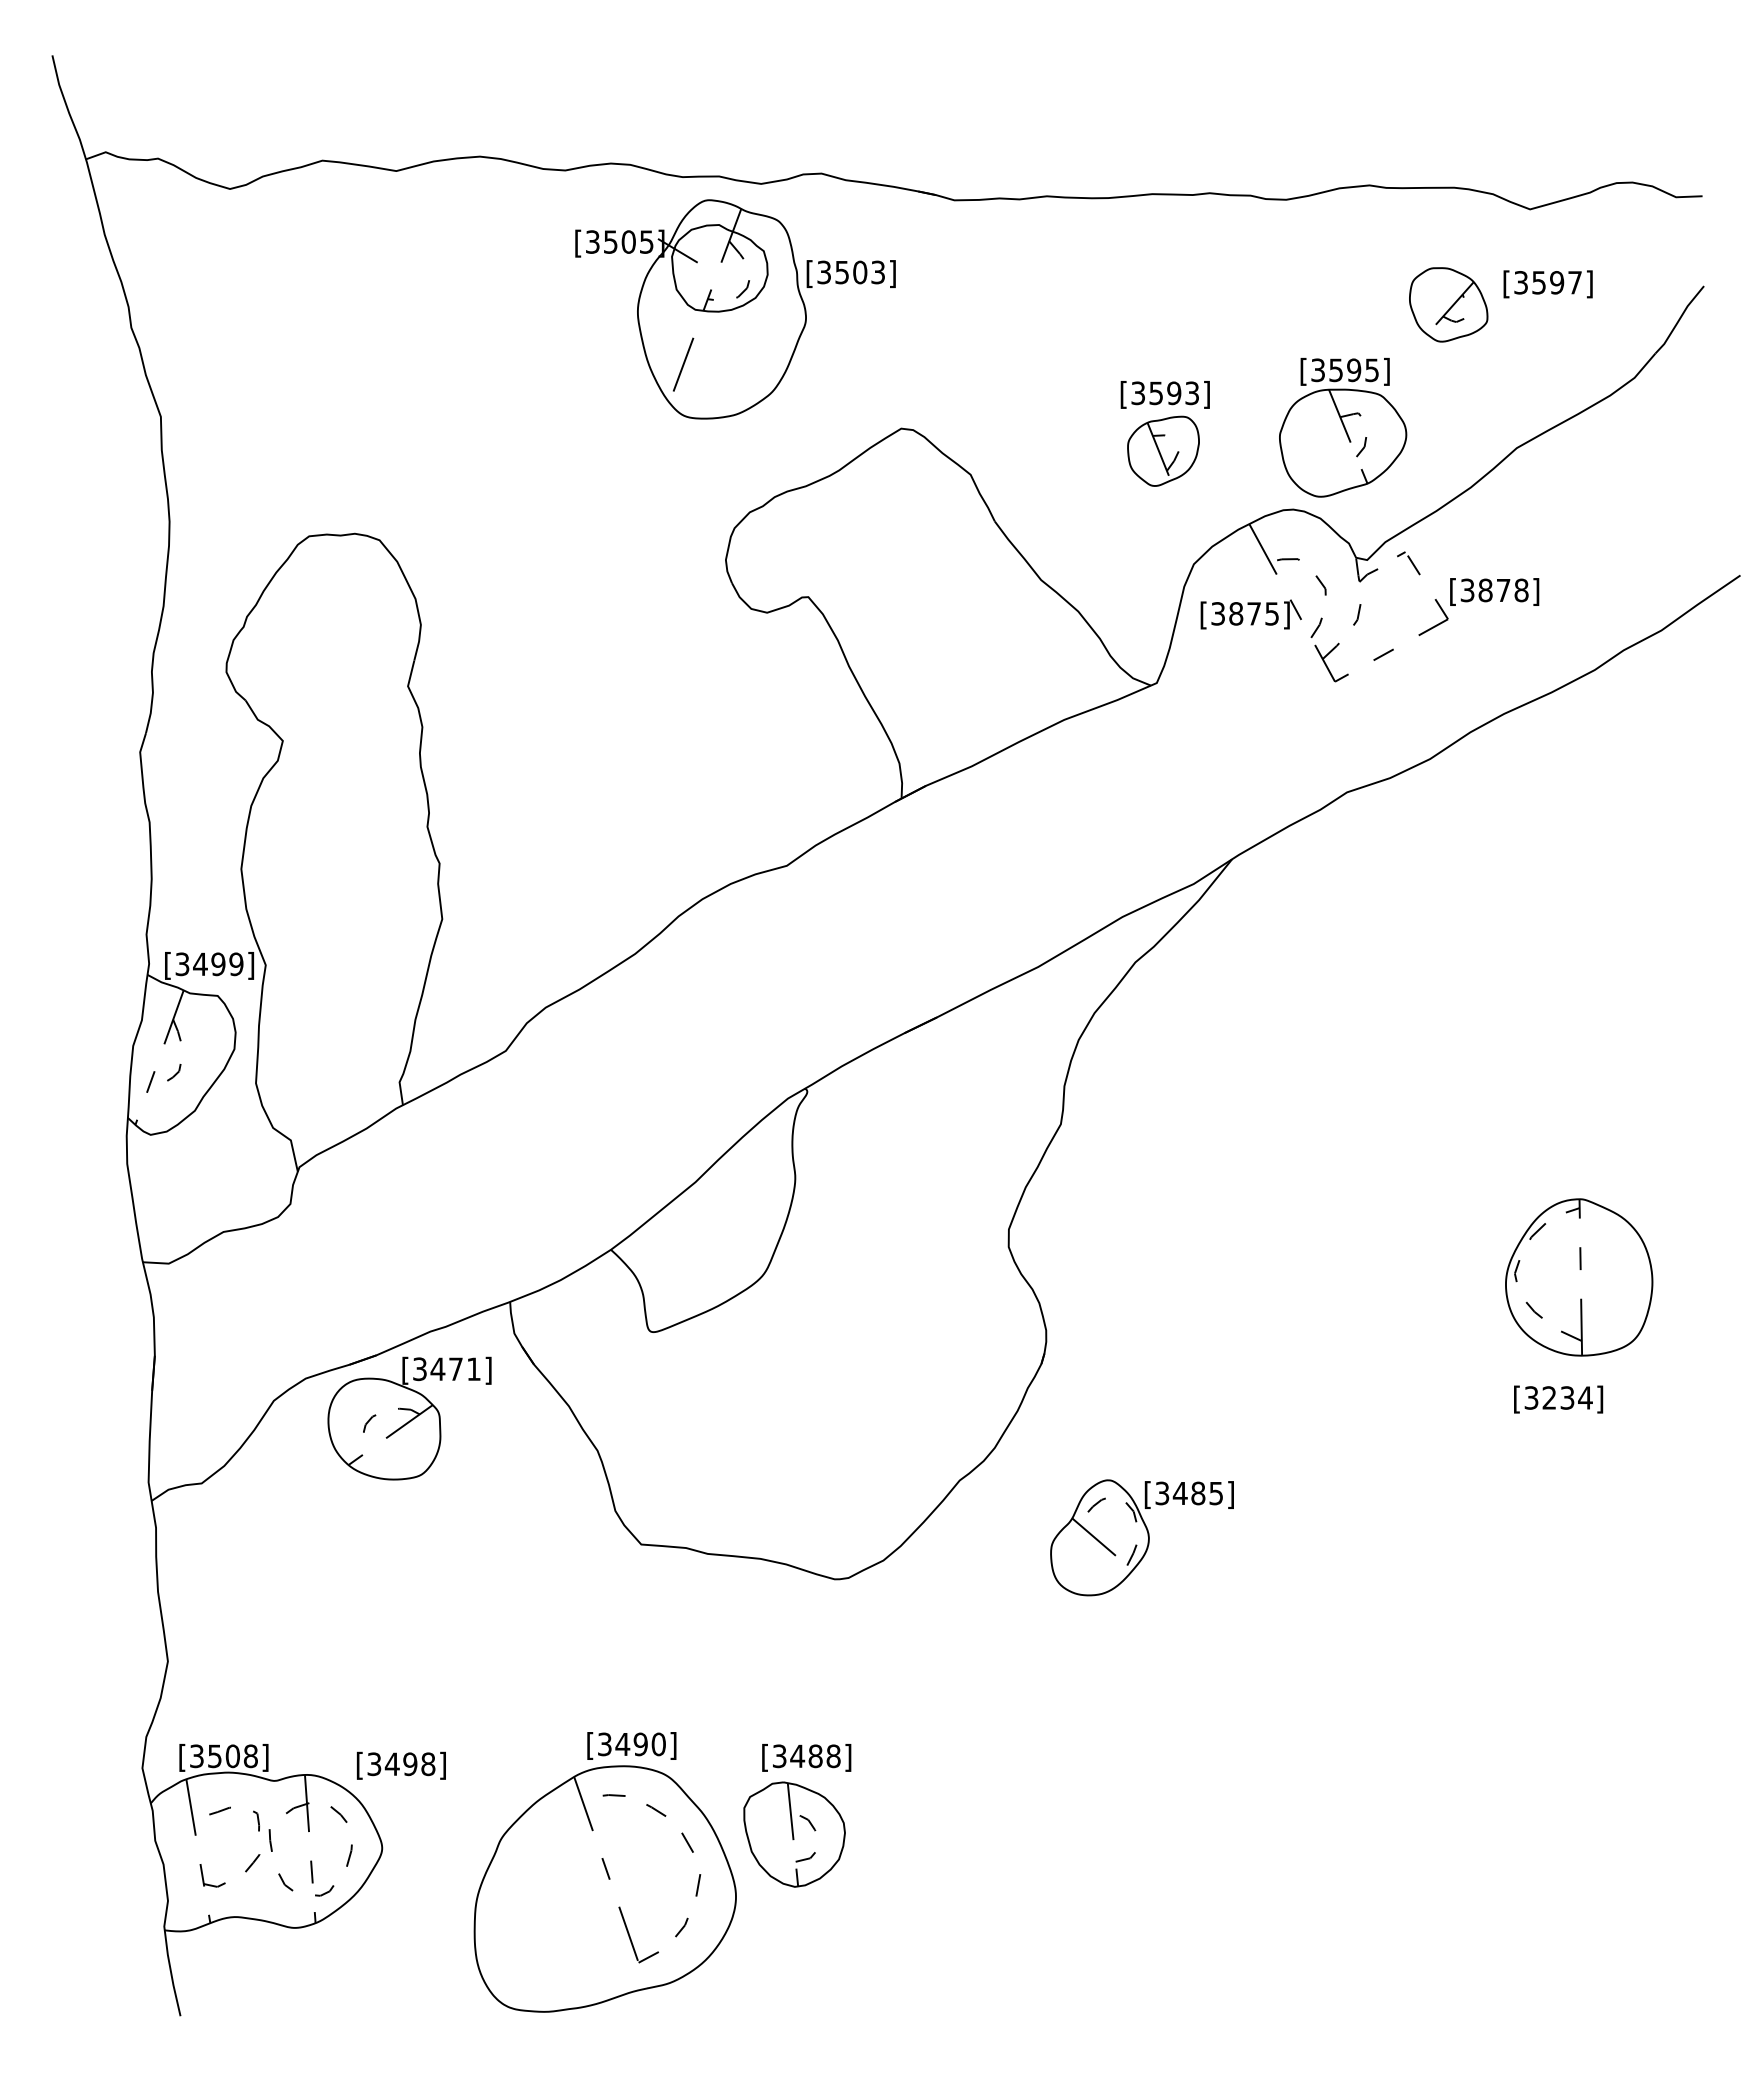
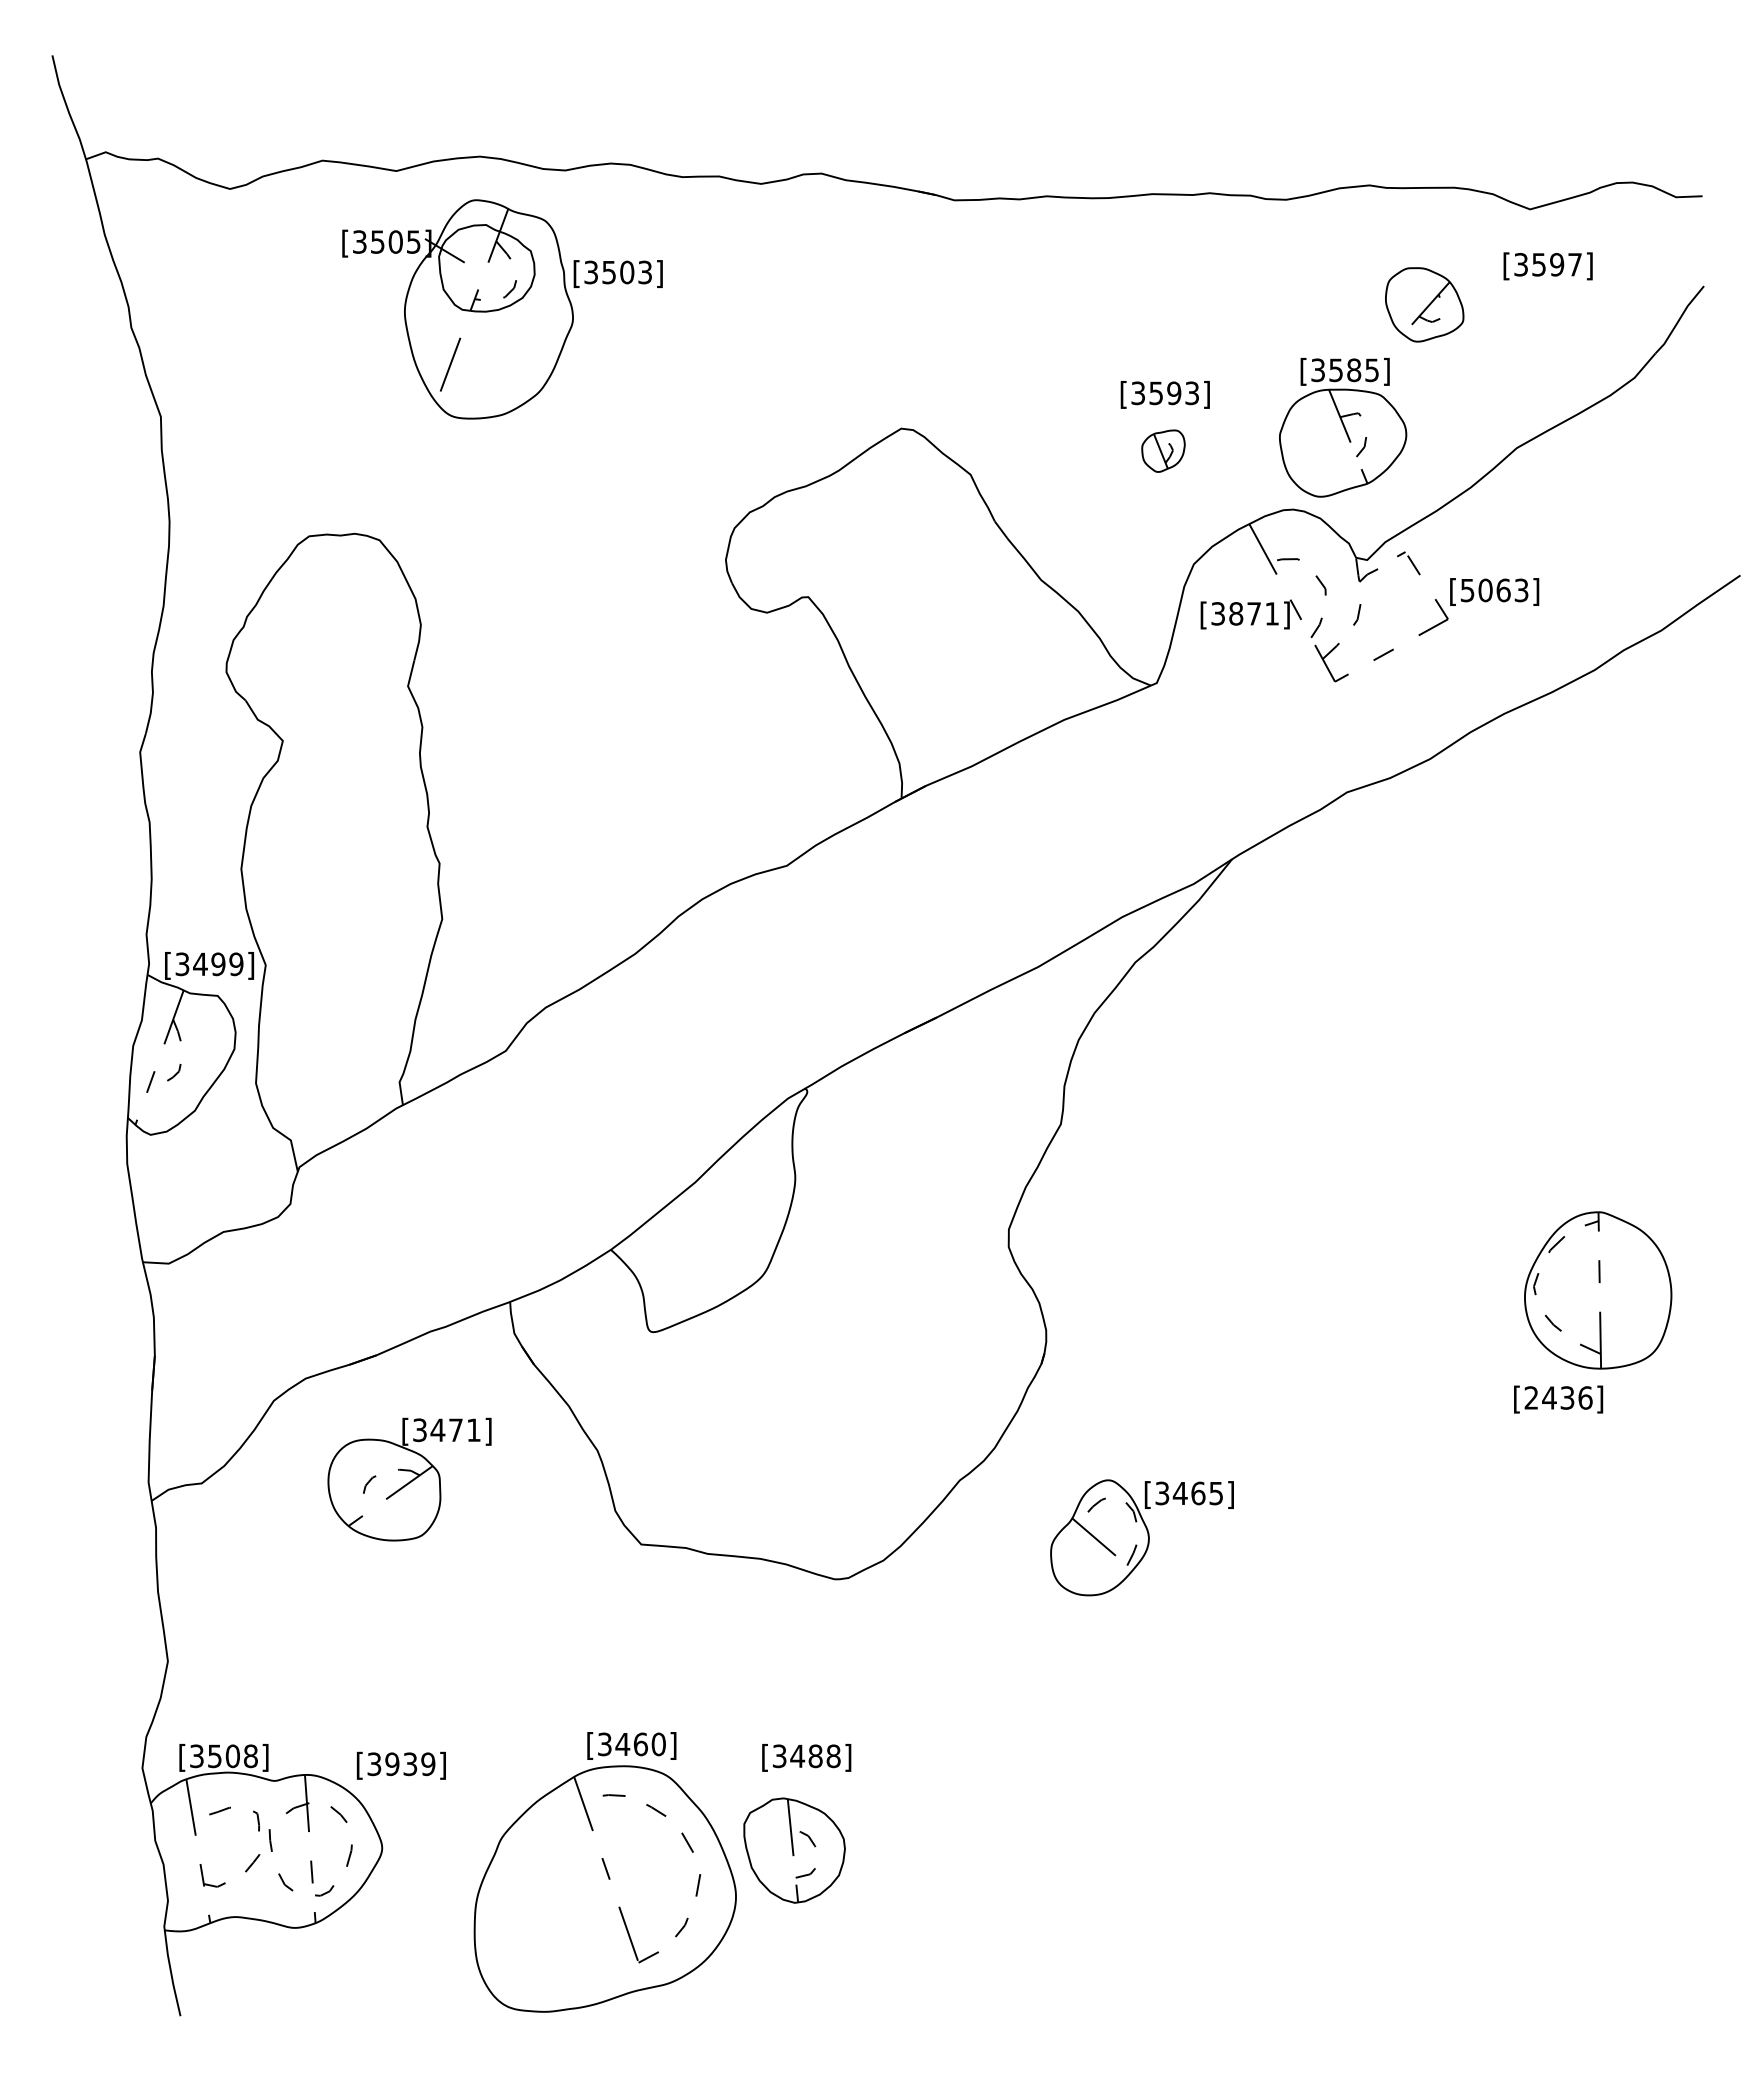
text at (1547, 284) position: (1547, 284) -> (1547, 266)
part at (1448, 304) position: (1448, 304) -> (1424, 304)
part at (735, 309) position: (735, 309) -> (502, 309)
text at (1354, 370): [3595] -> [3585]
part at (1163, 450) size: 73x72 px -> 45x44 px
text at (1494, 590): [3878] -> [5063]
text at (1271, 613): [3875] -> [3871]
part at (1579, 1277) position: (1579, 1277) -> (1598, 1290)
text at (1558, 1397): [3234] -> [2436]
part at (409, 1418) position: (409, 1418) -> (409, 1479)
text at (1198, 1493): [3485] -> [3465]
text at (640, 1744): [3490] -> [3460]
text at (409, 1764): [3498] -> [3939]
part at (794, 1834) position: (794, 1834) -> (794, 1850)
